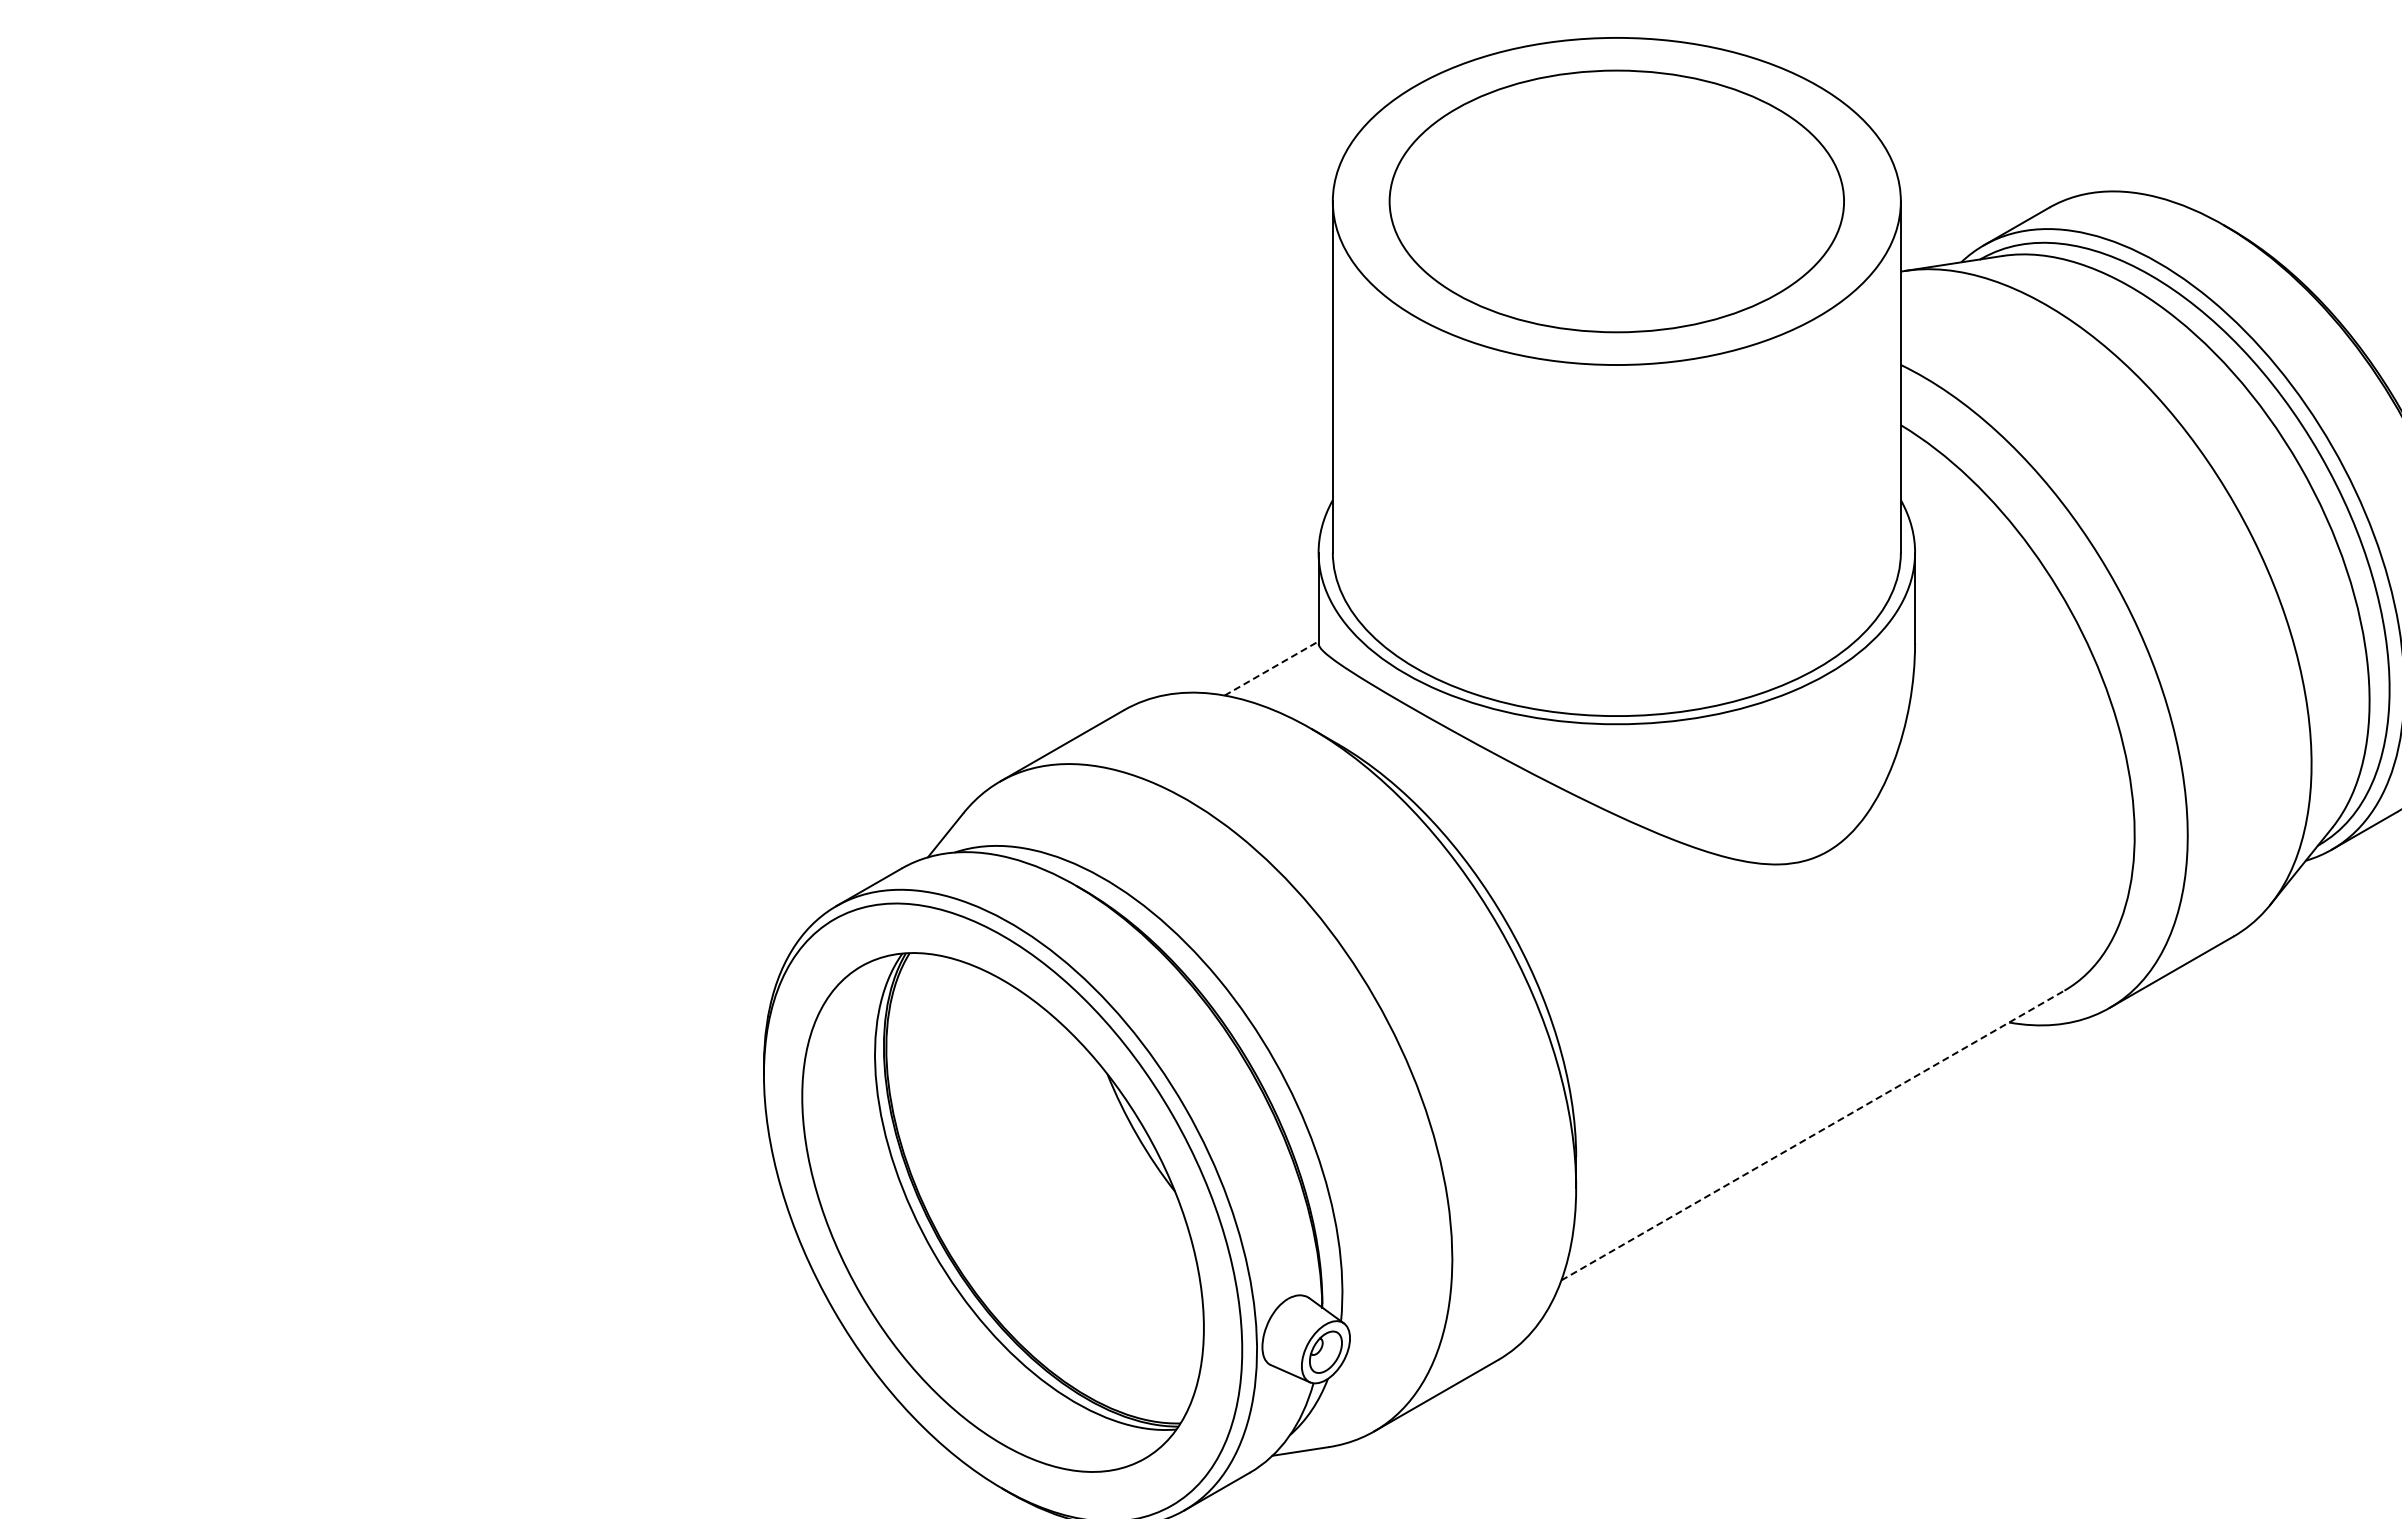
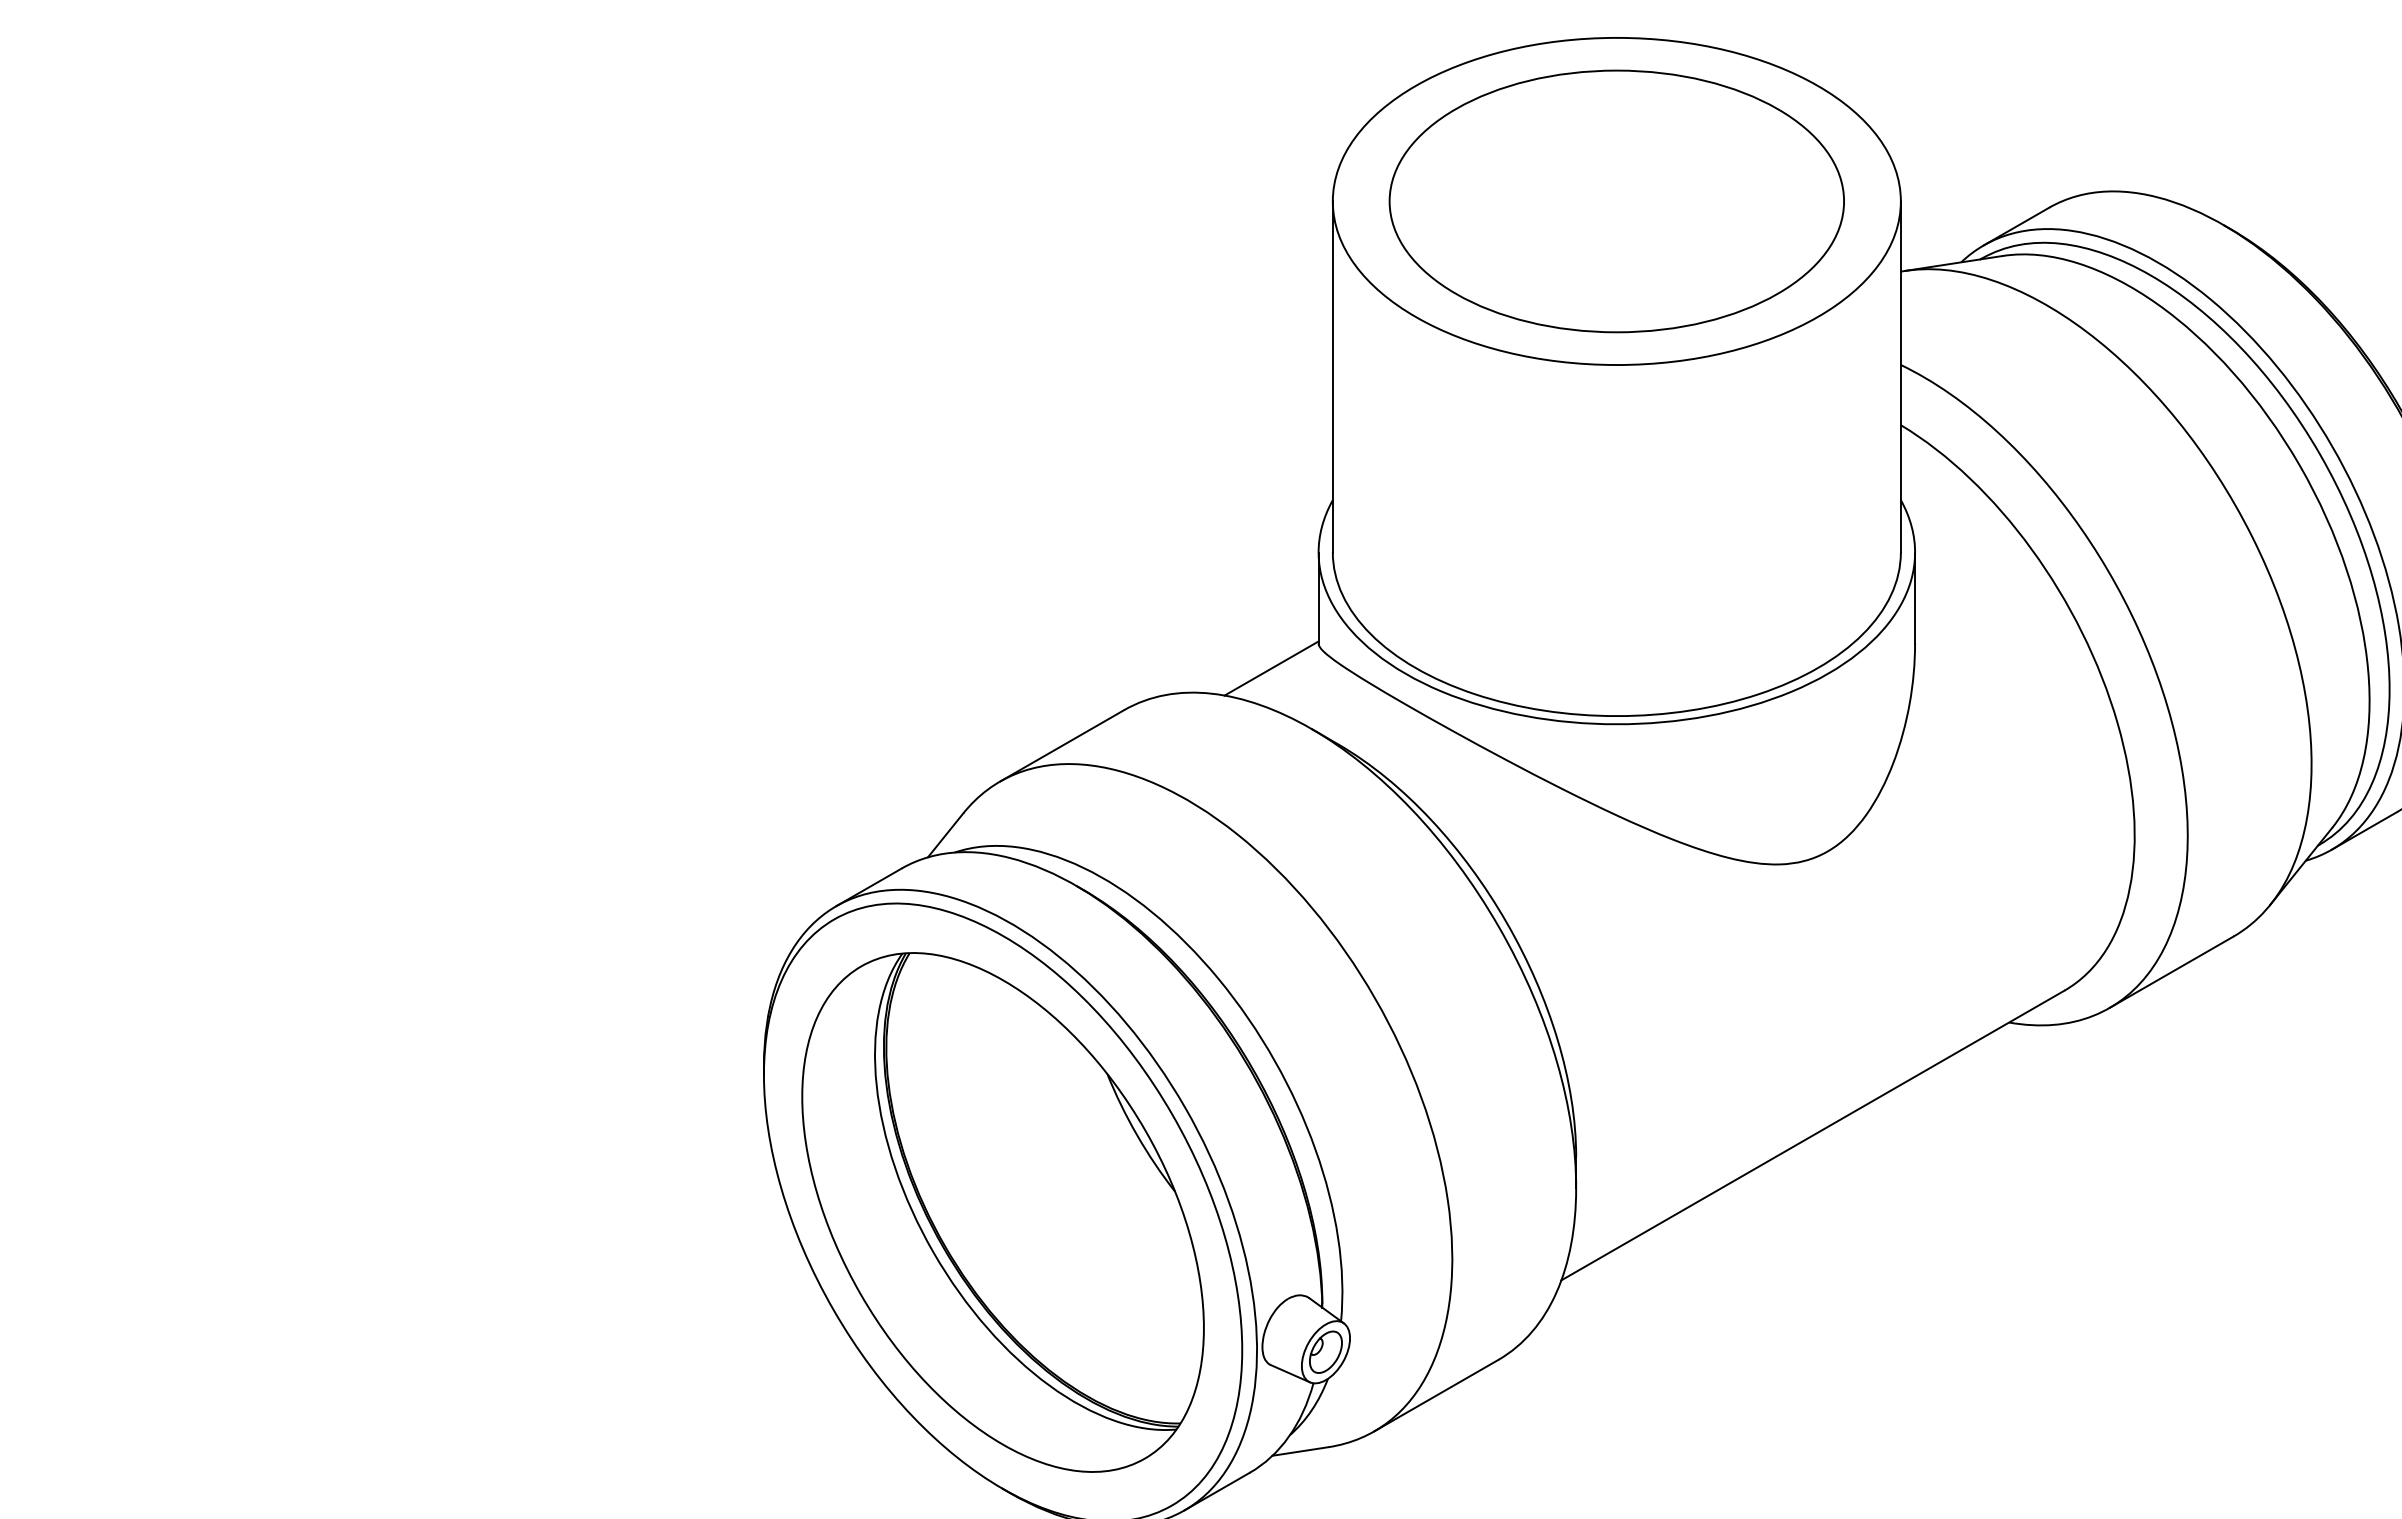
line at (1272, 668): dashed -> solid
line at (1813, 1135): dashed -> solid
